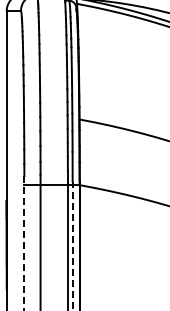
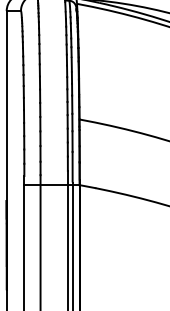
line at (24, 244): dashed -> solid
line at (72, 245): dashed -> solid
